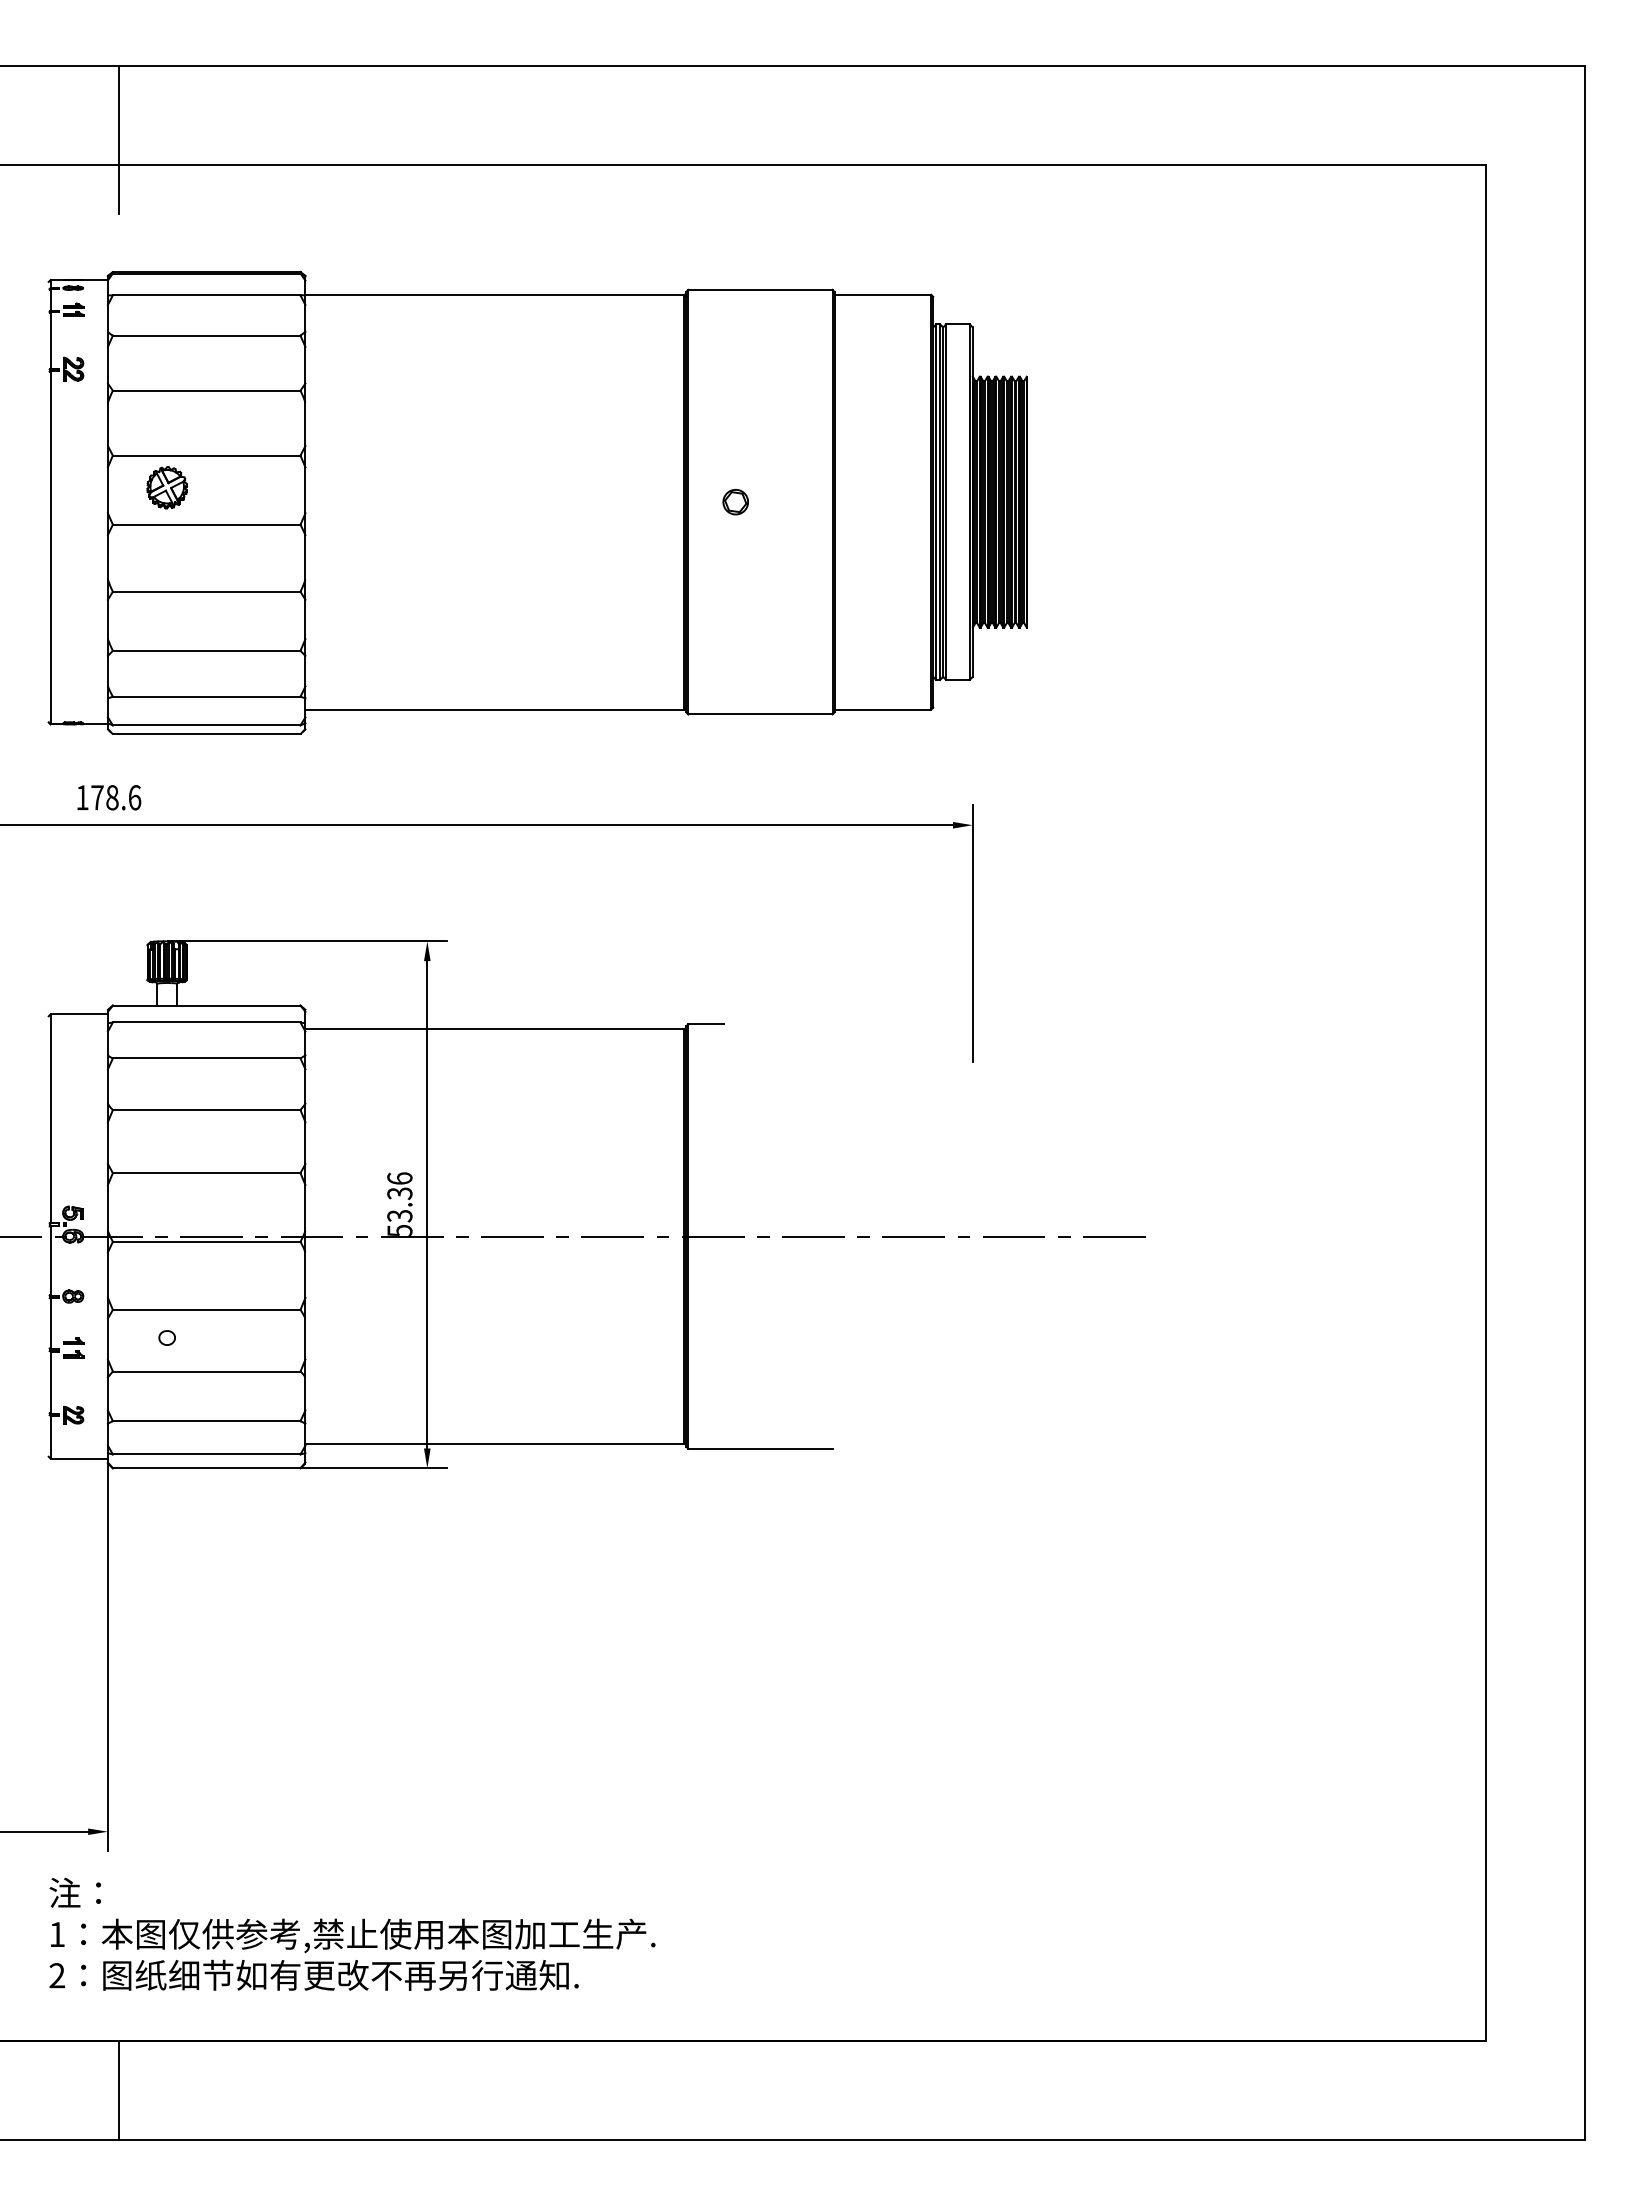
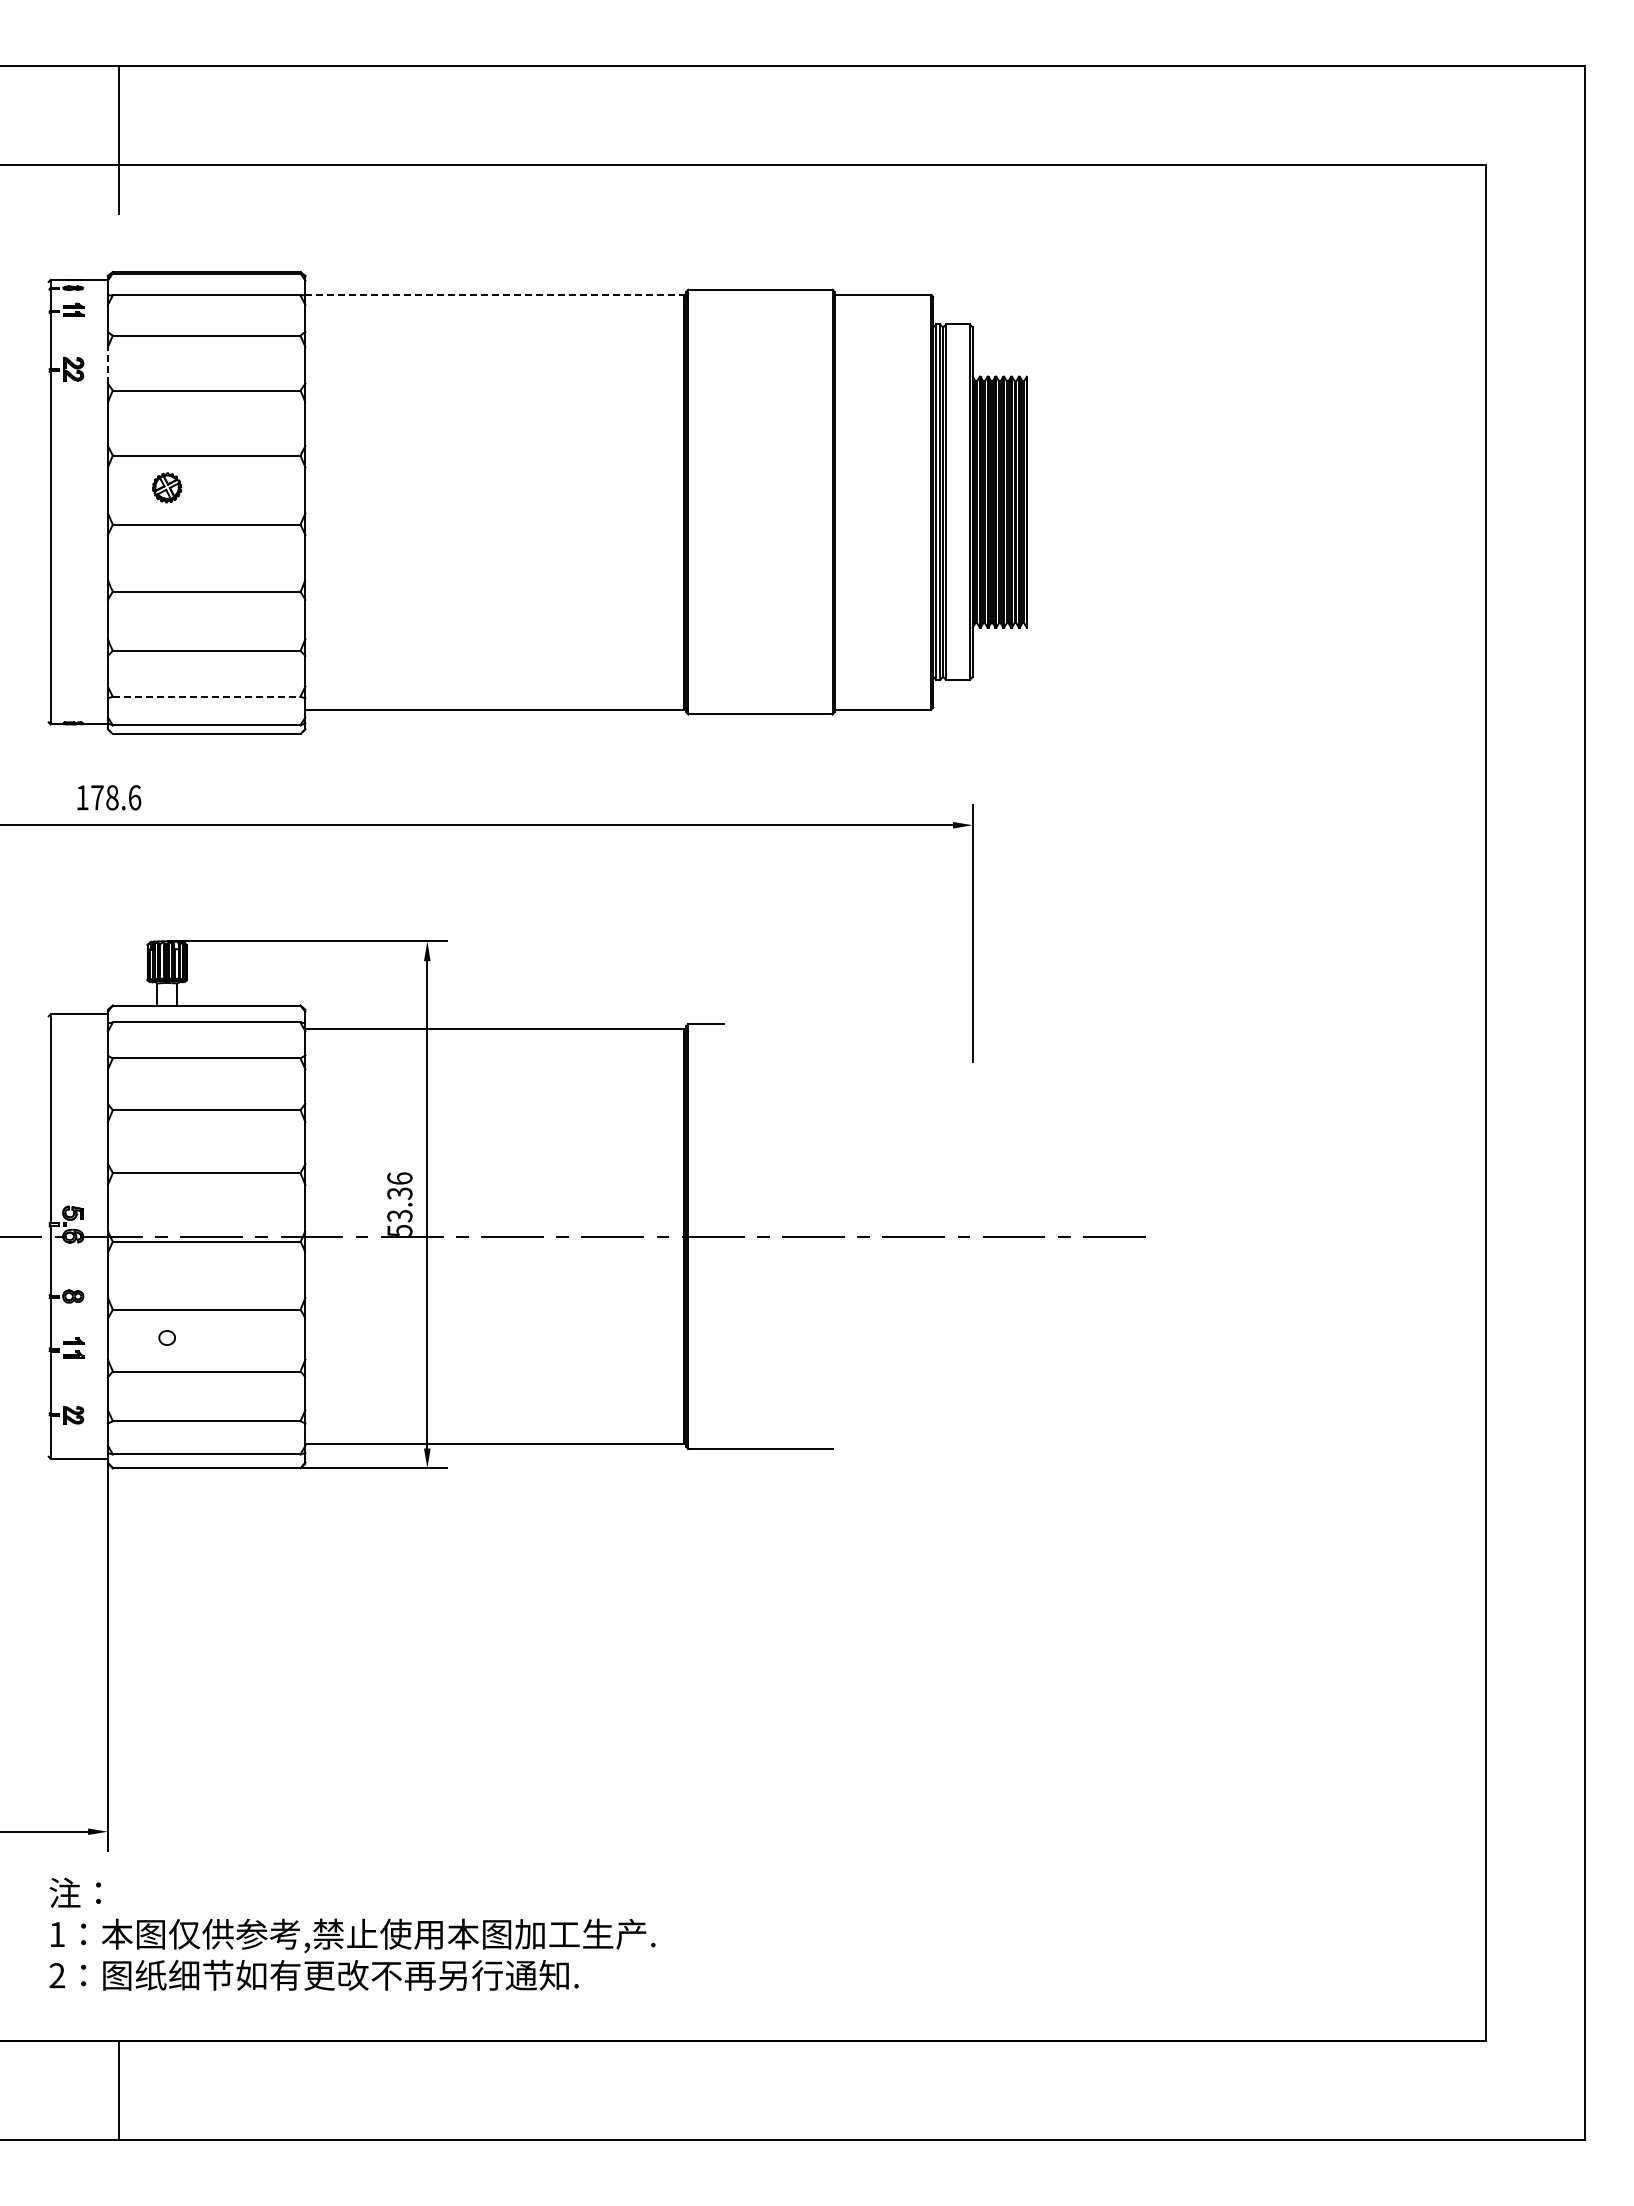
line at (495, 294): solid -> dashed
line at (107, 364): solid -> dashed
part at (166, 487) size: 42x44 px -> 30x32 px
part at (735, 502): present -> none
line at (206, 696): solid -> dashed
